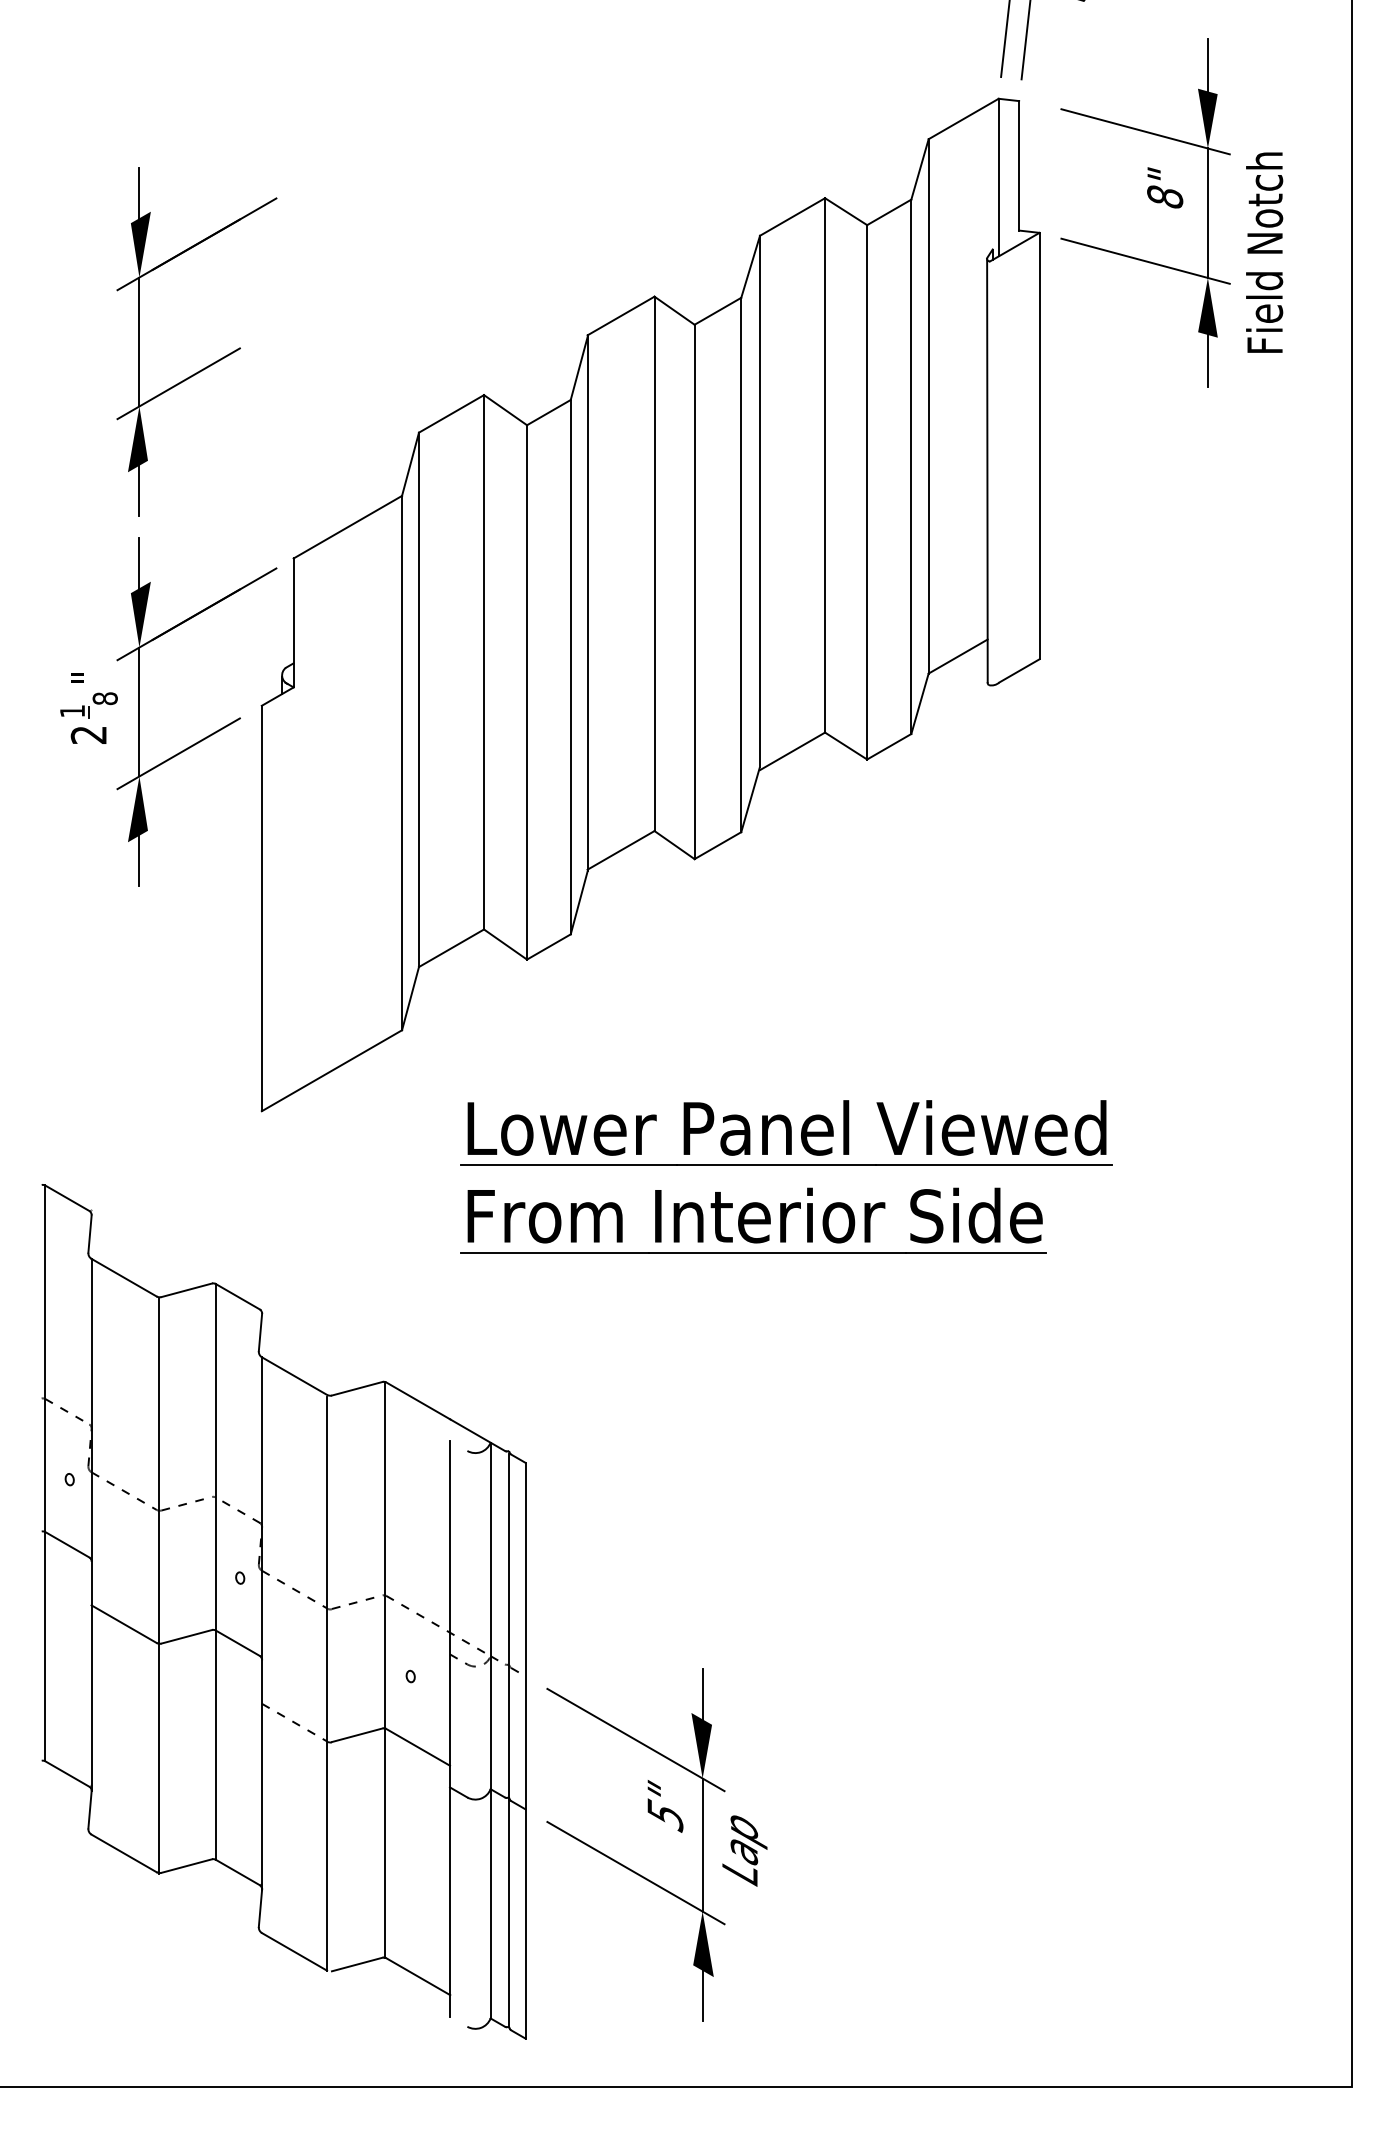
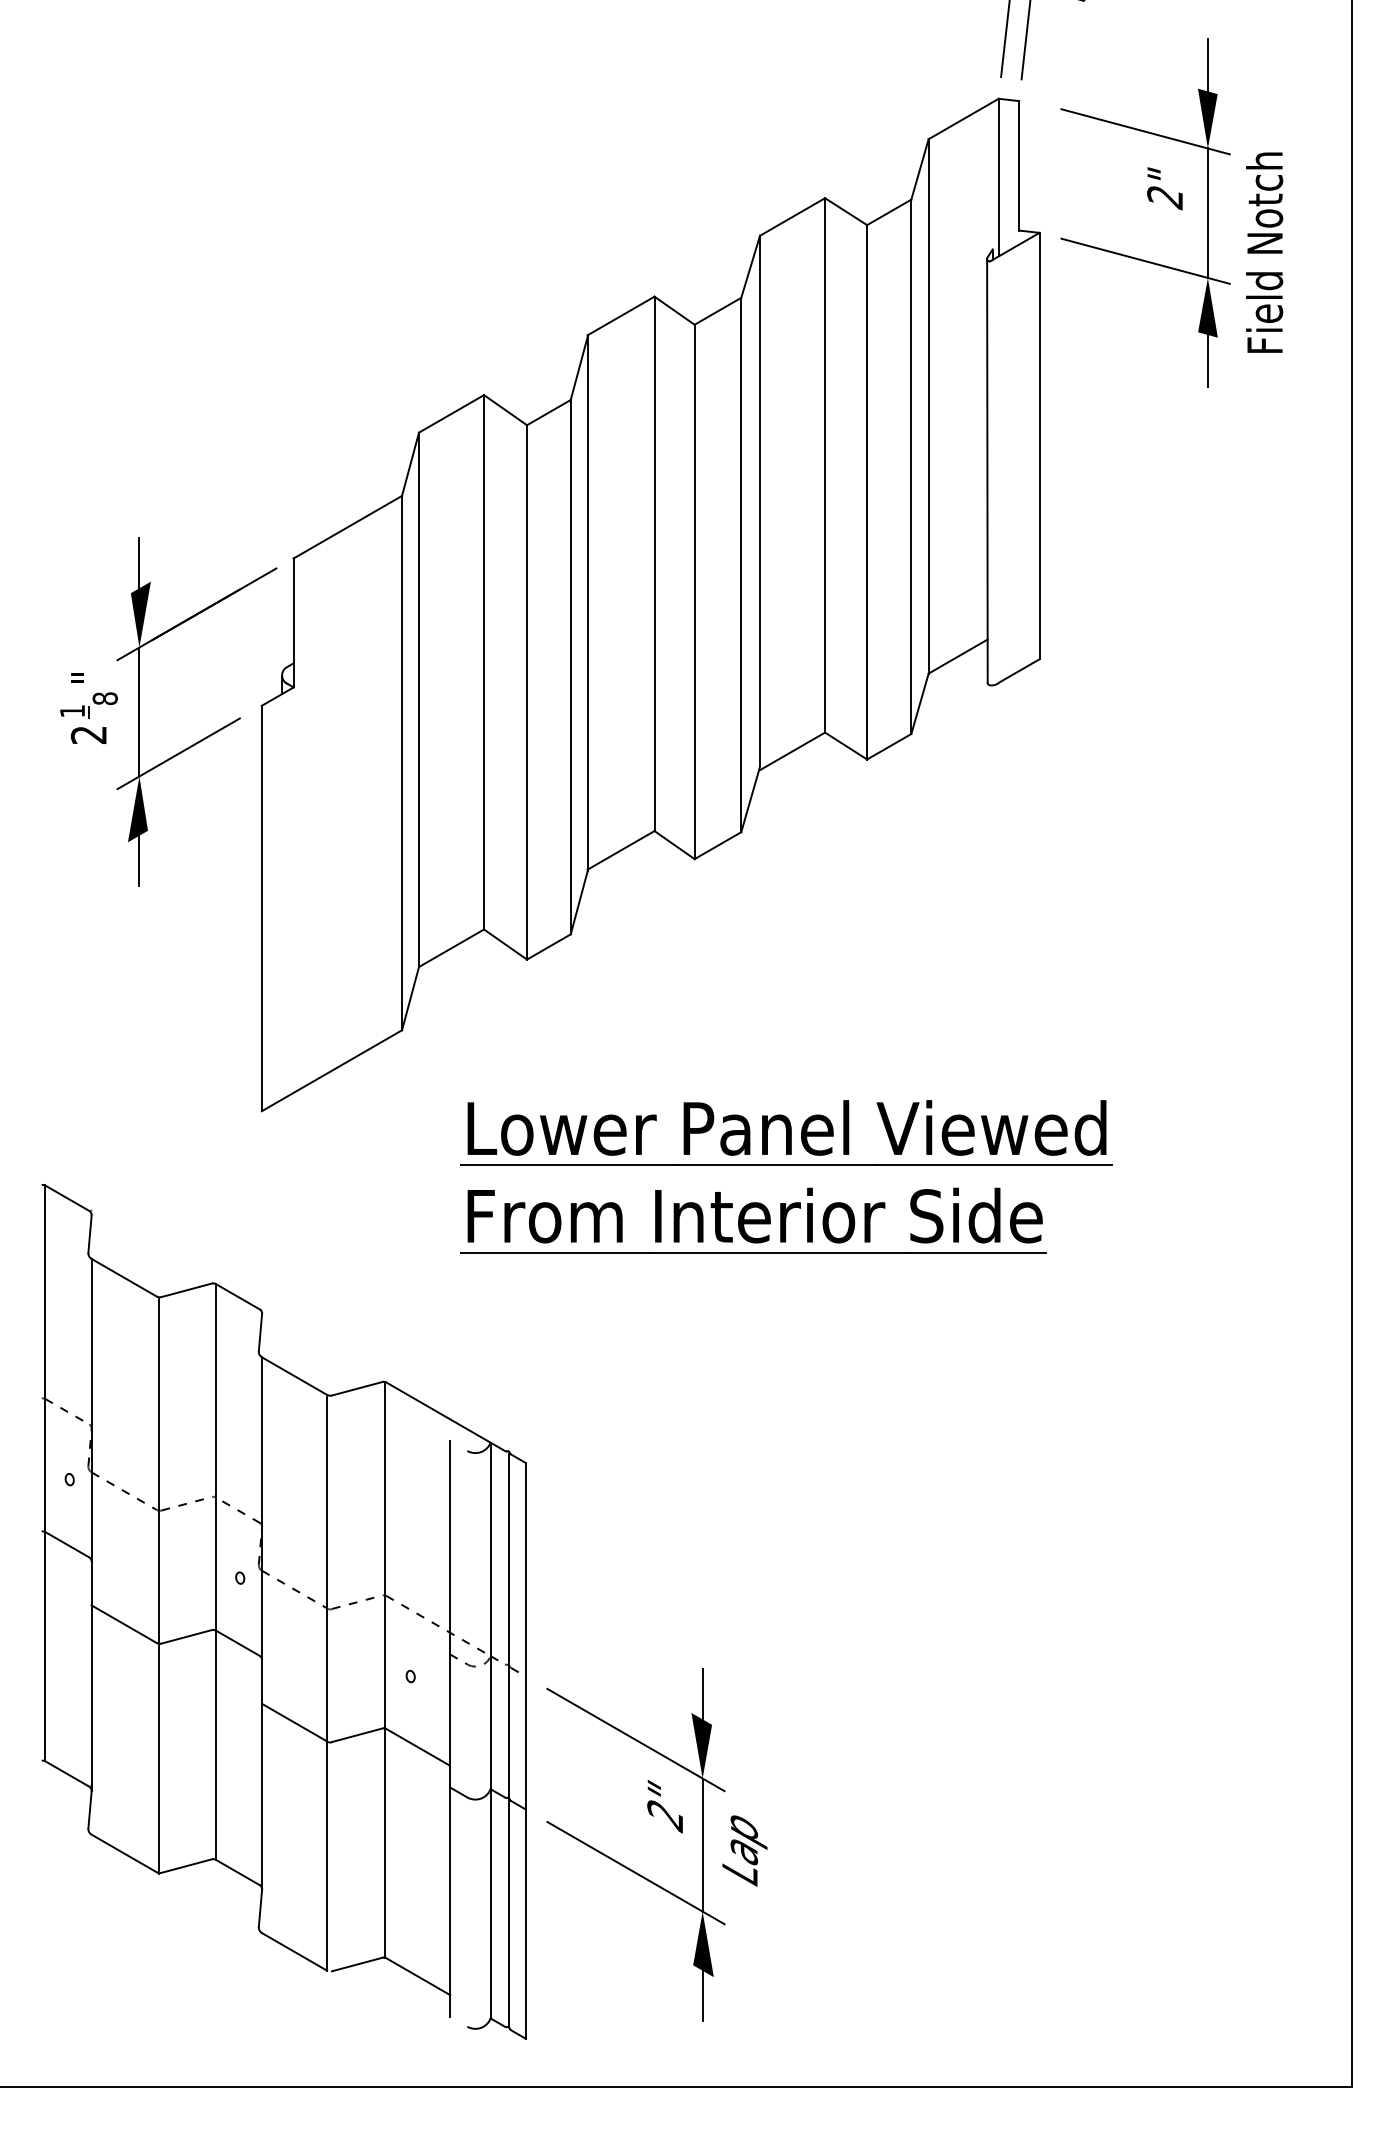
text at (1165, 197): 8" -> 2"
part at (209, 364): present -> none
line at (294, 1722): dashed -> solid
text at (665, 1815): 5" -> 2"
